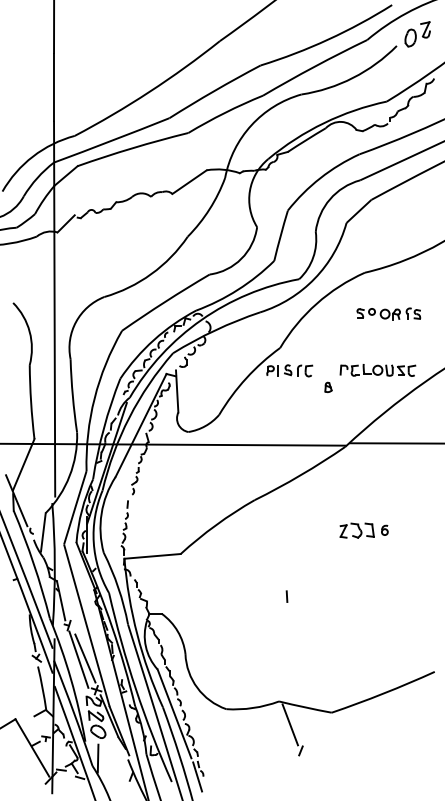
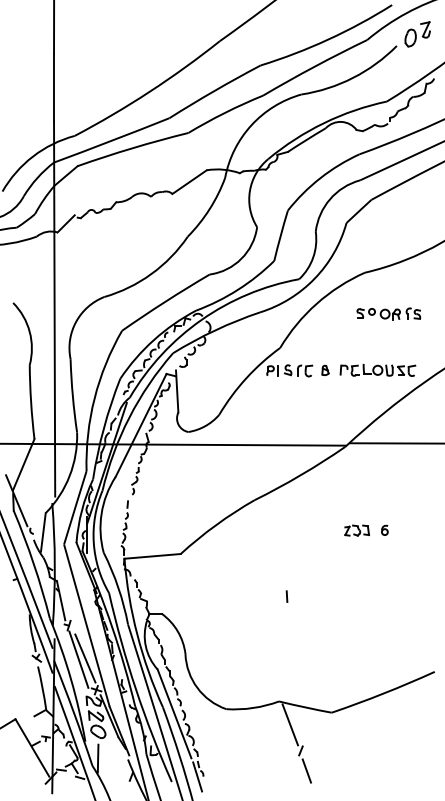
part at (328, 386) position: (328, 386) -> (325, 369)
part at (356, 530) size: 36x17 px -> 26x13 px
line at (306, 770): none -> present
